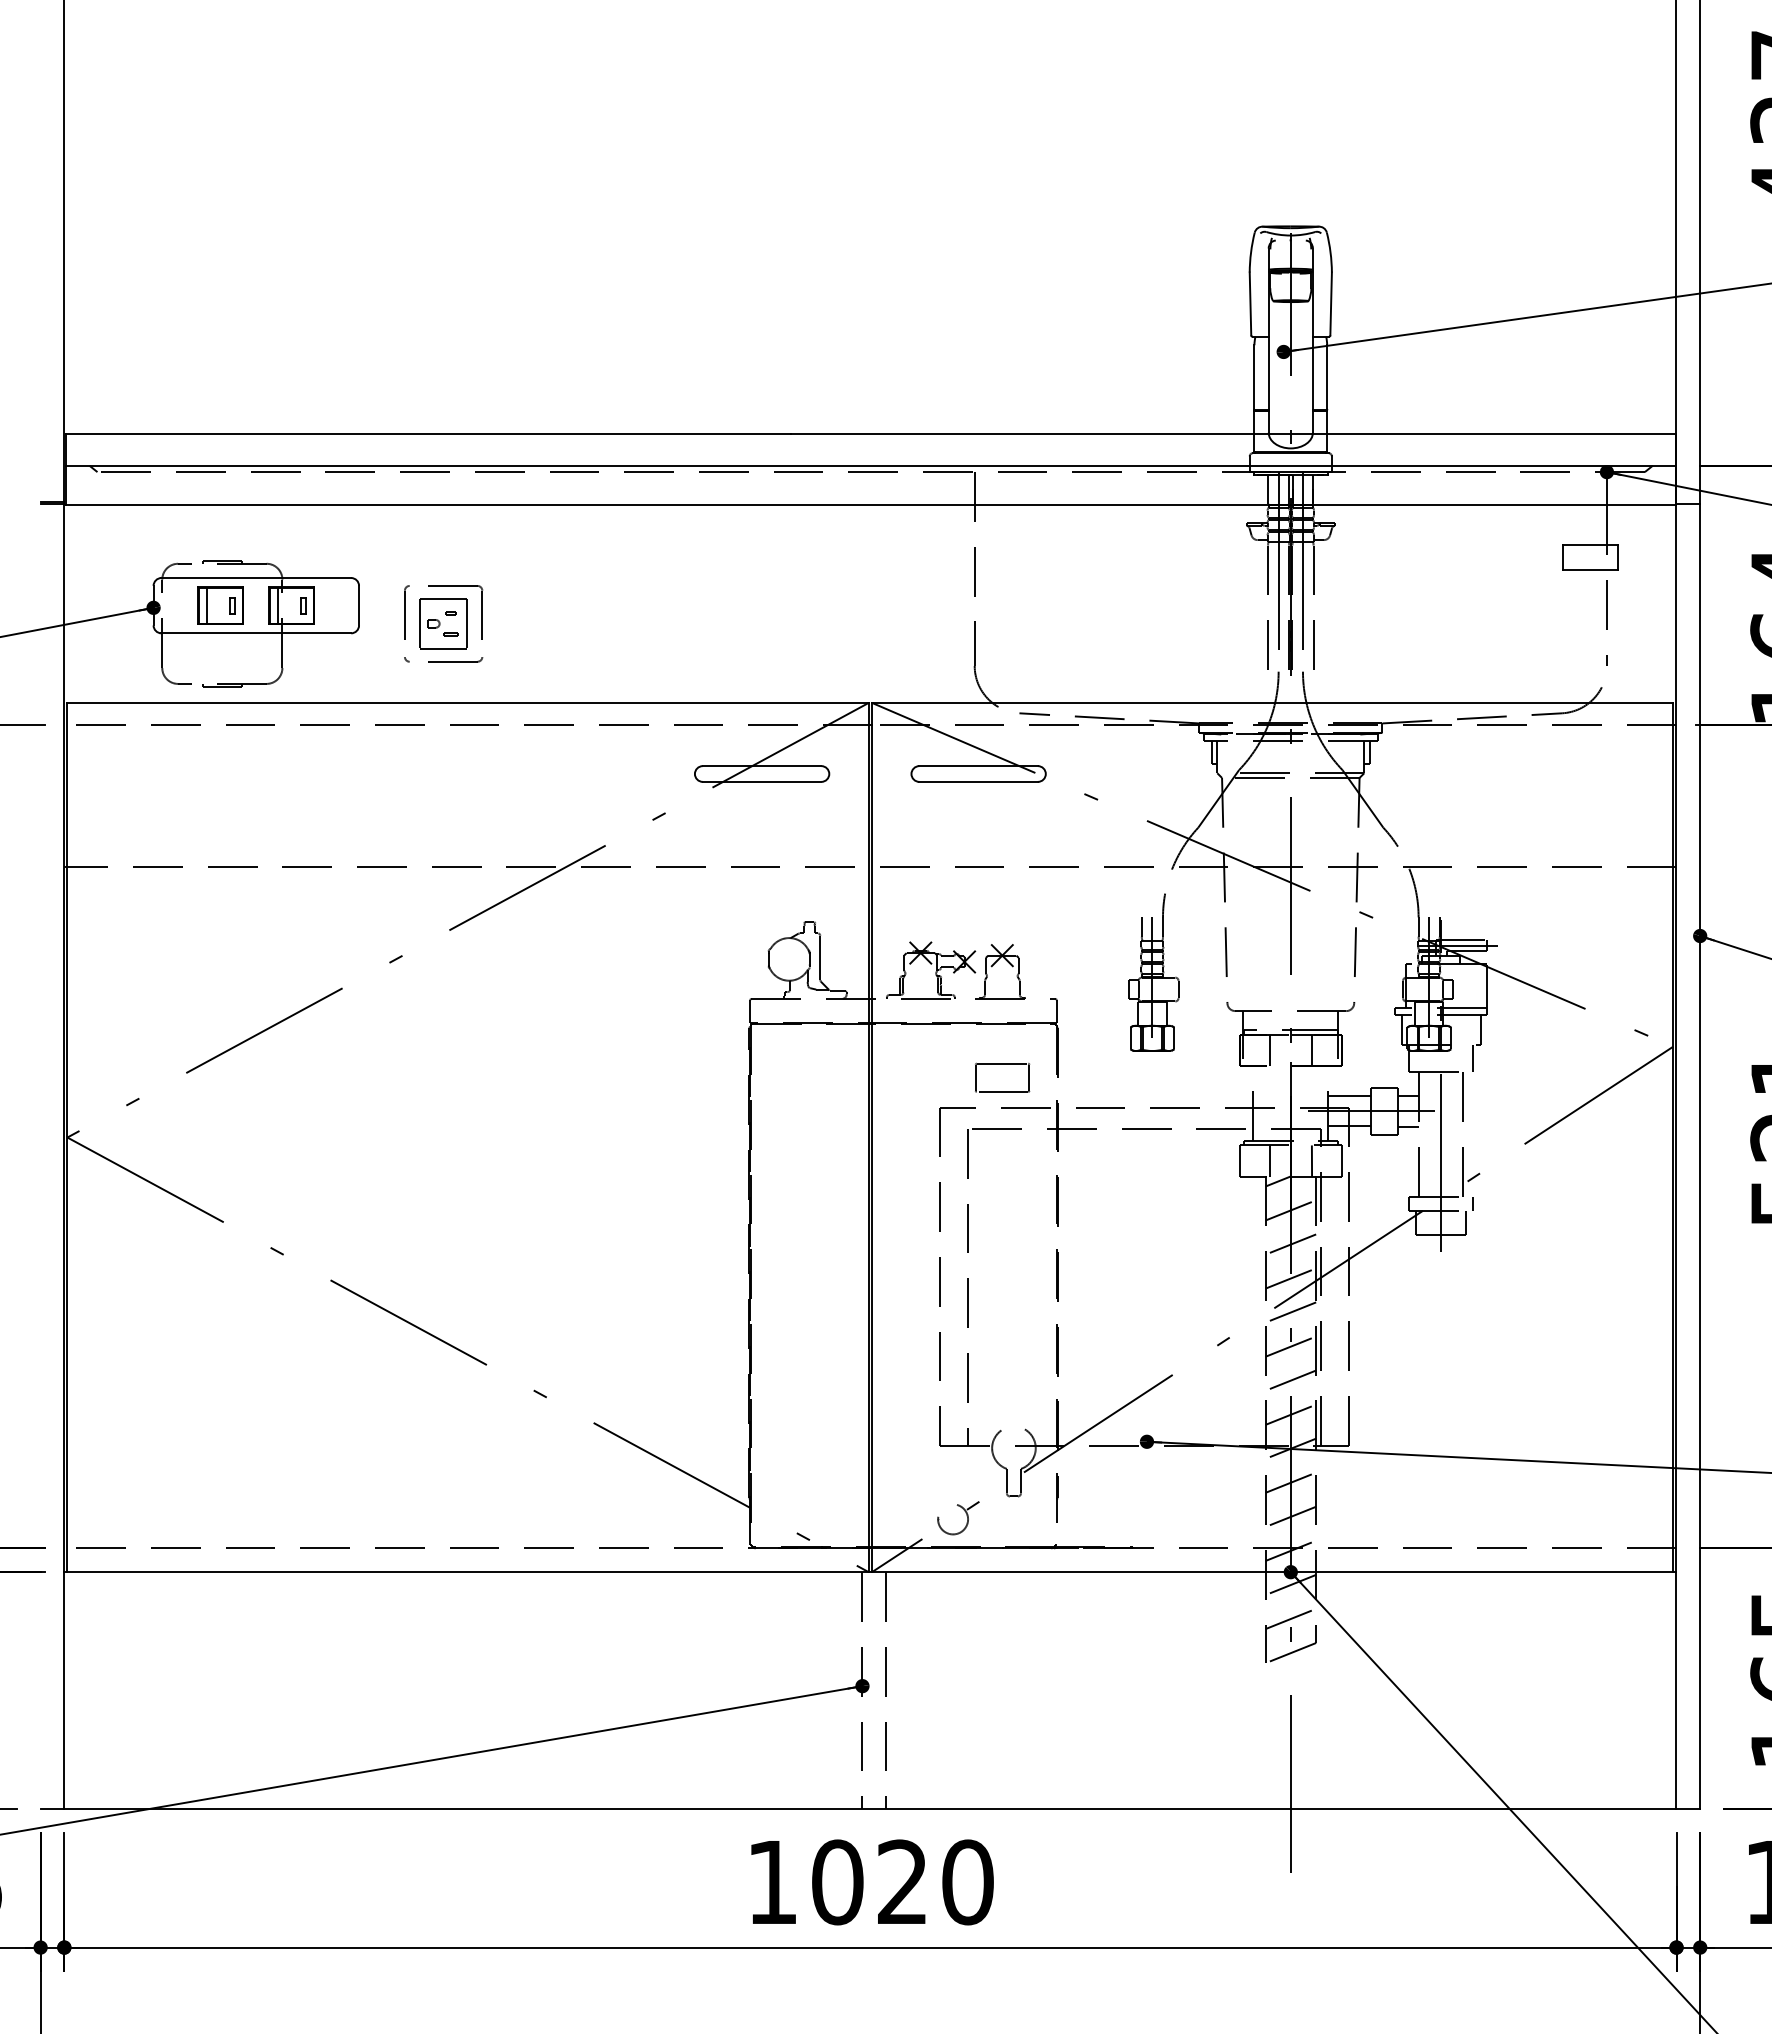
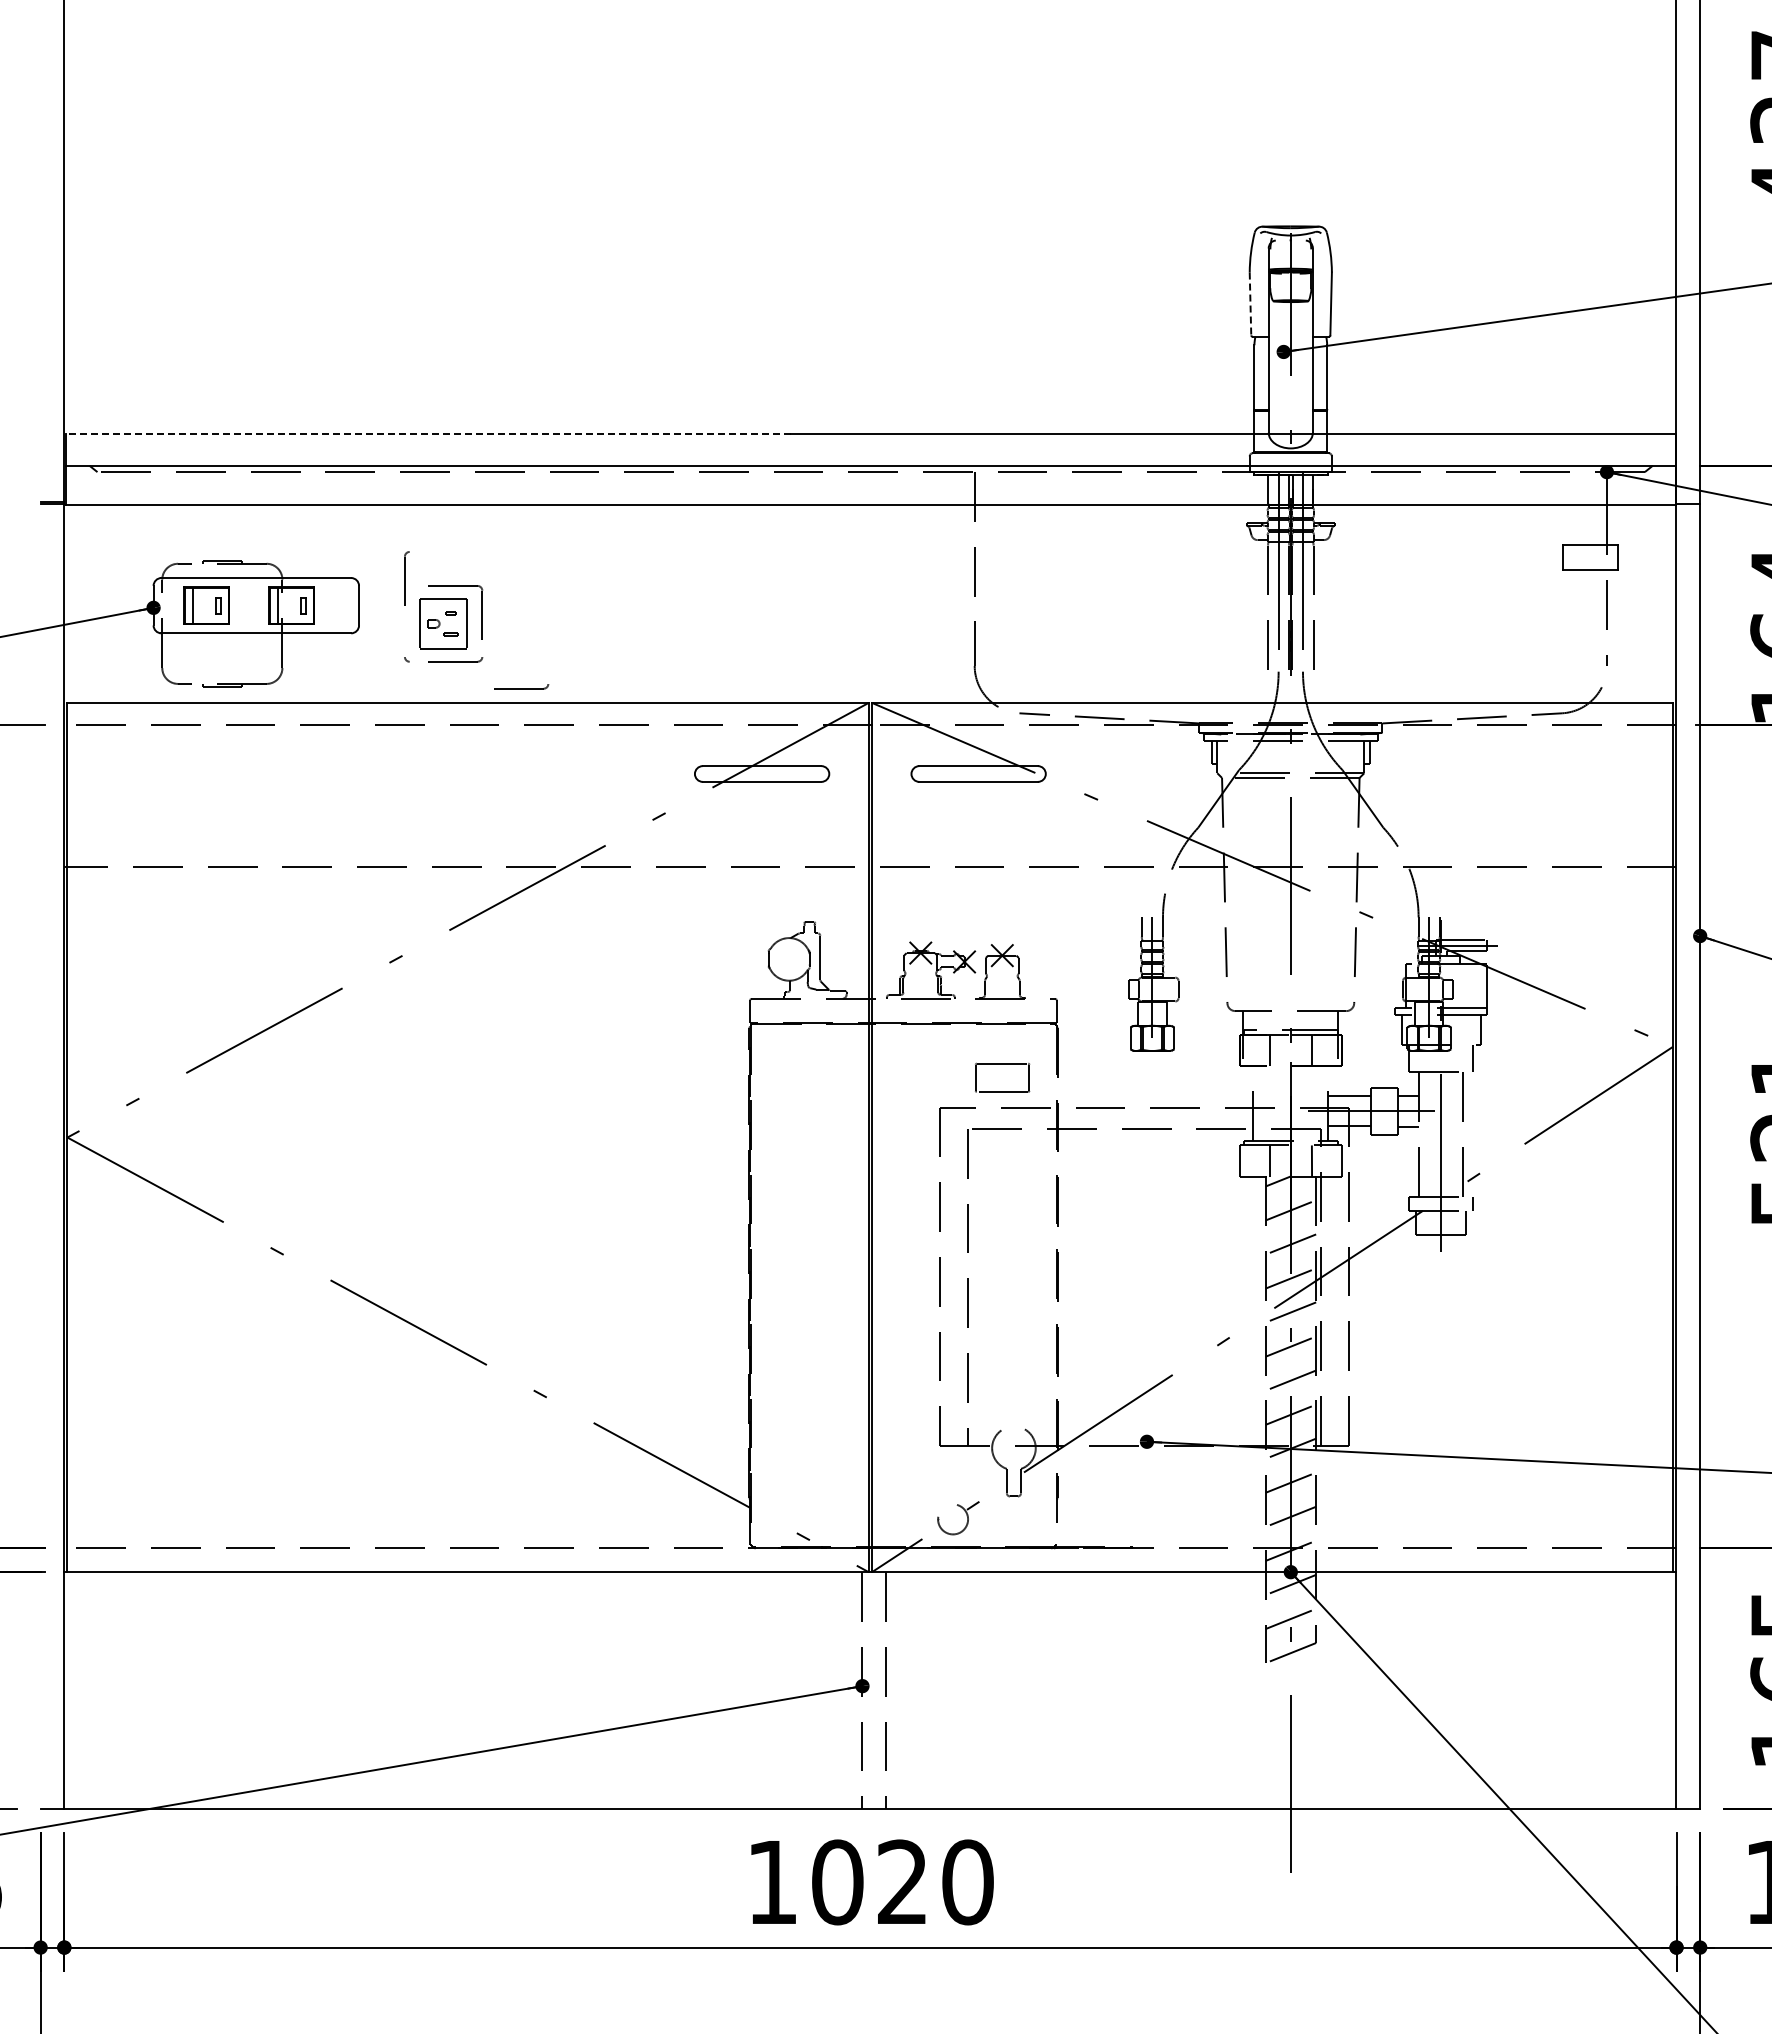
line at (1250, 304): solid -> dashed
line at (427, 434): solid -> dashed
part at (220, 605) position: (220, 605) -> (206, 605)
part at (406, 612) position: (406, 612) -> (406, 578)
part at (521, 686): none -> present
